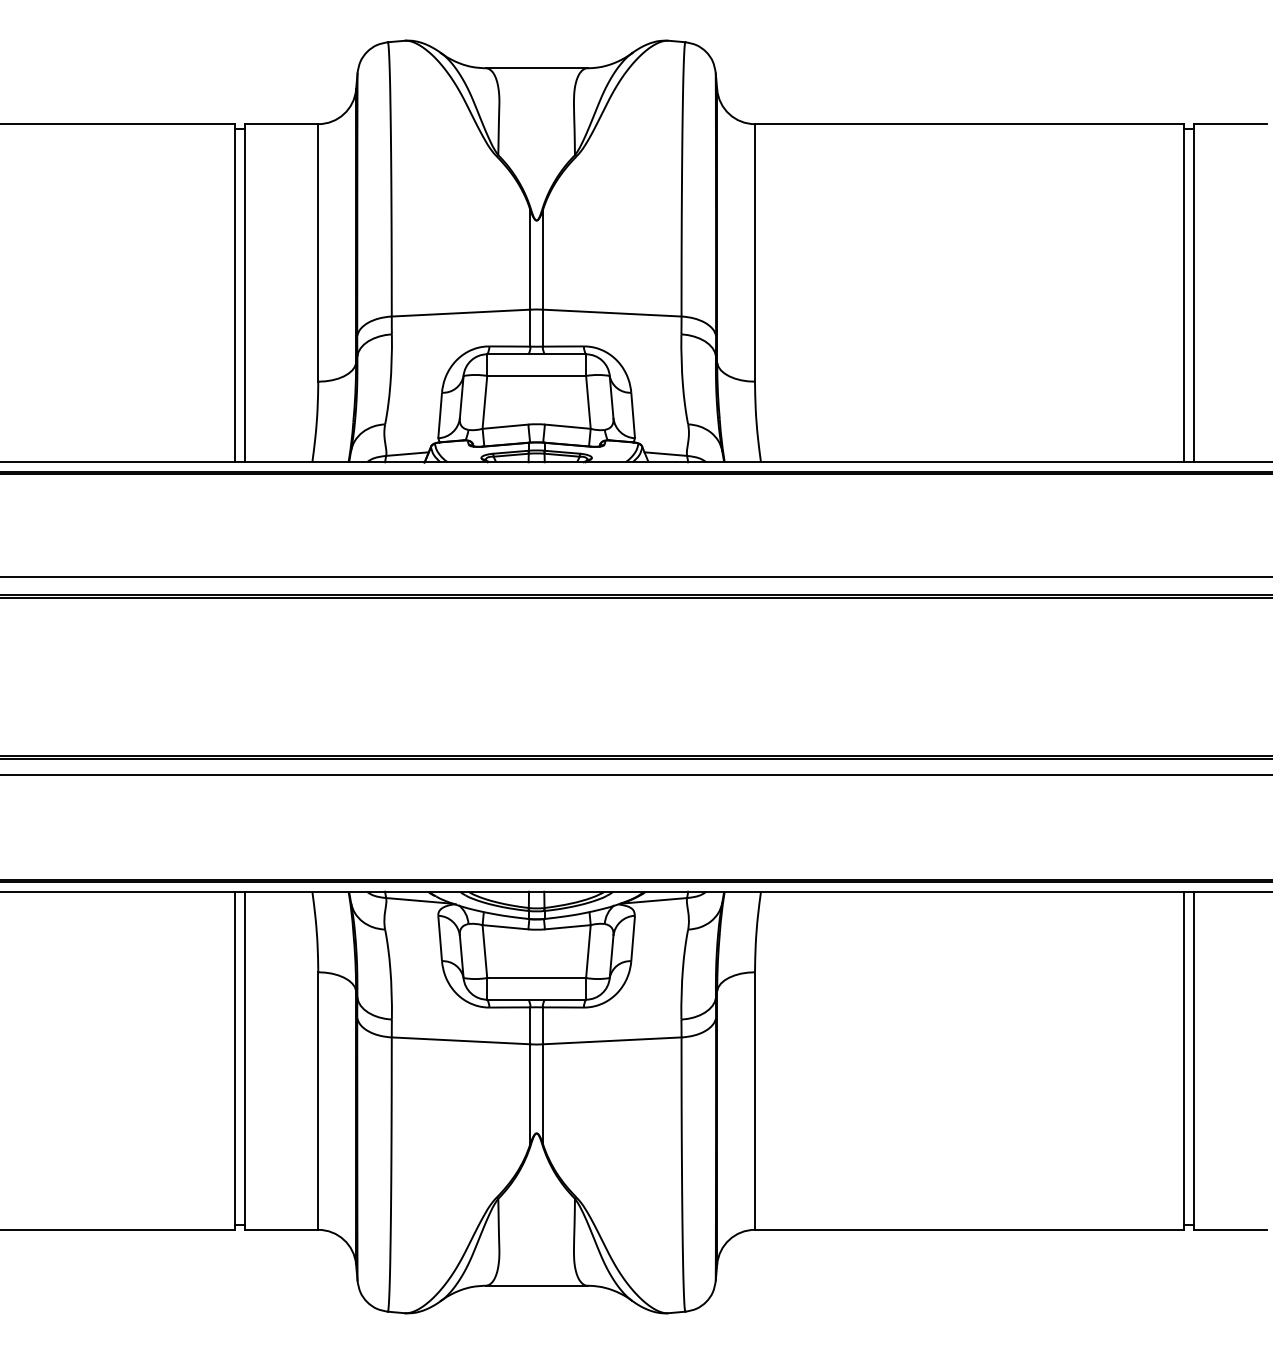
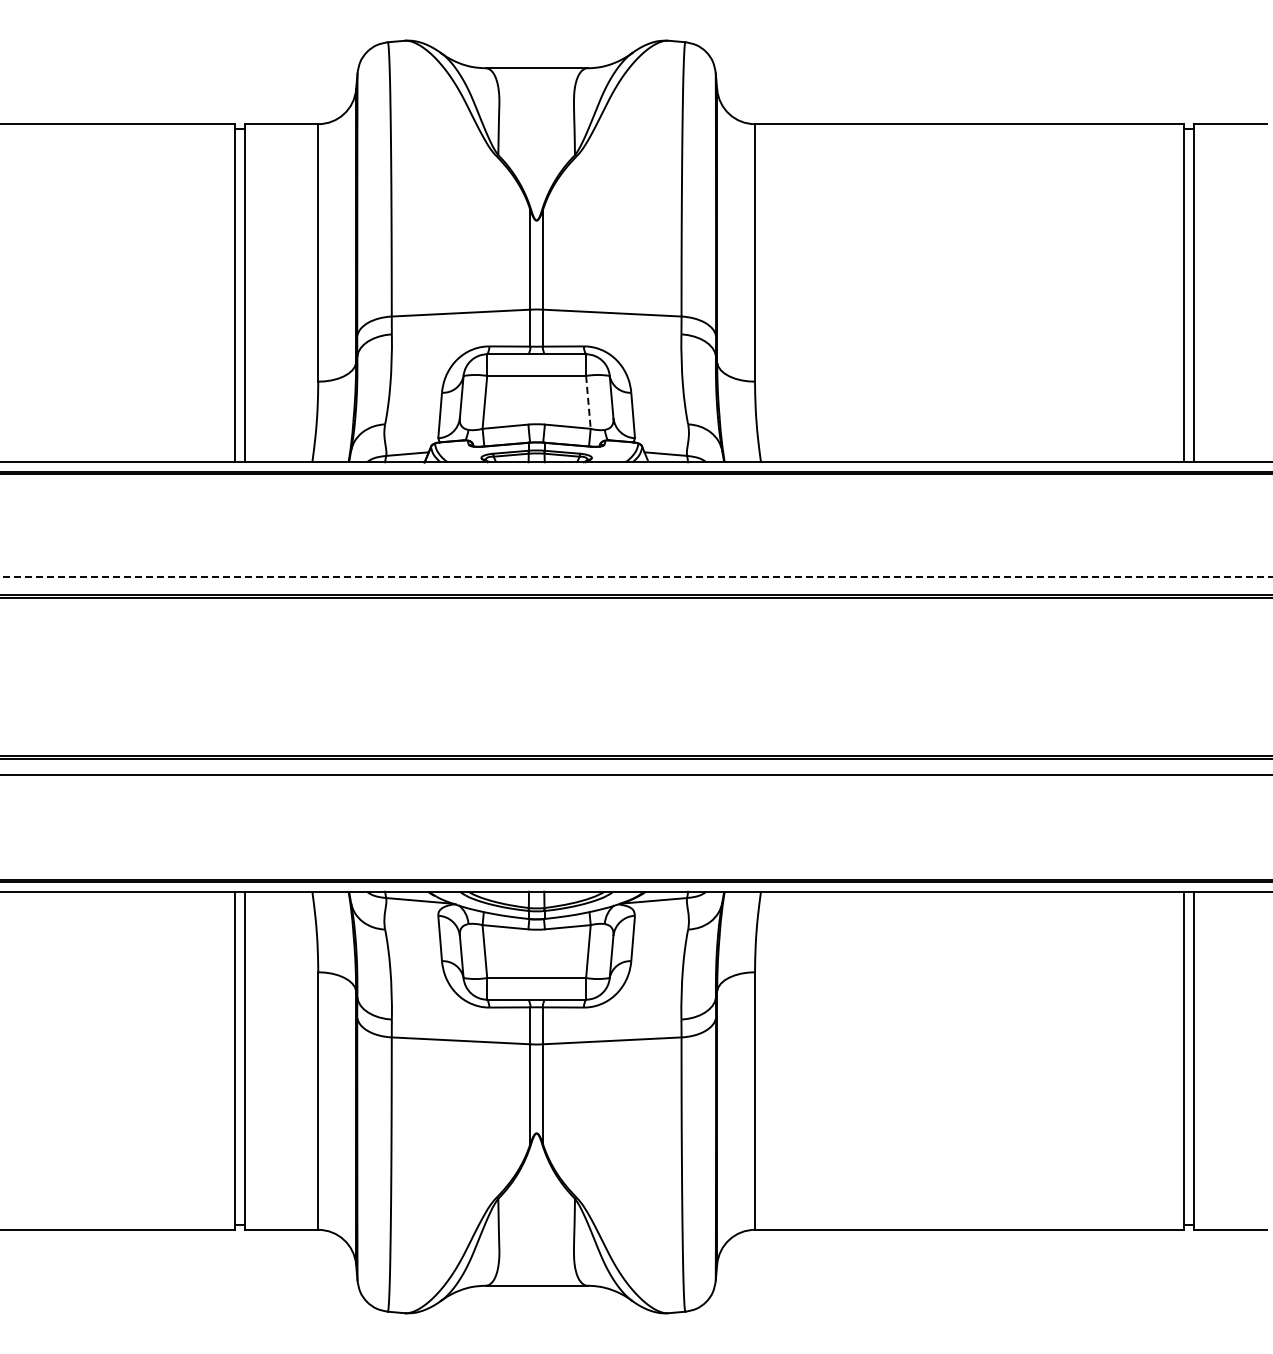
line at (588, 402): solid -> dashed
line at (635, 577): solid -> dashed
